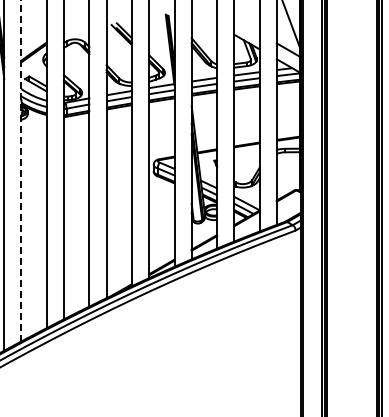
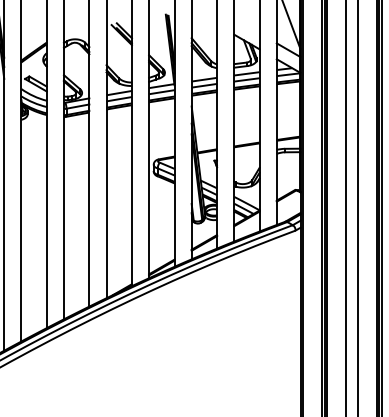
line at (21, 170): dashed -> solid
line at (345, 207): none -> present
line at (357, 207): none -> present
